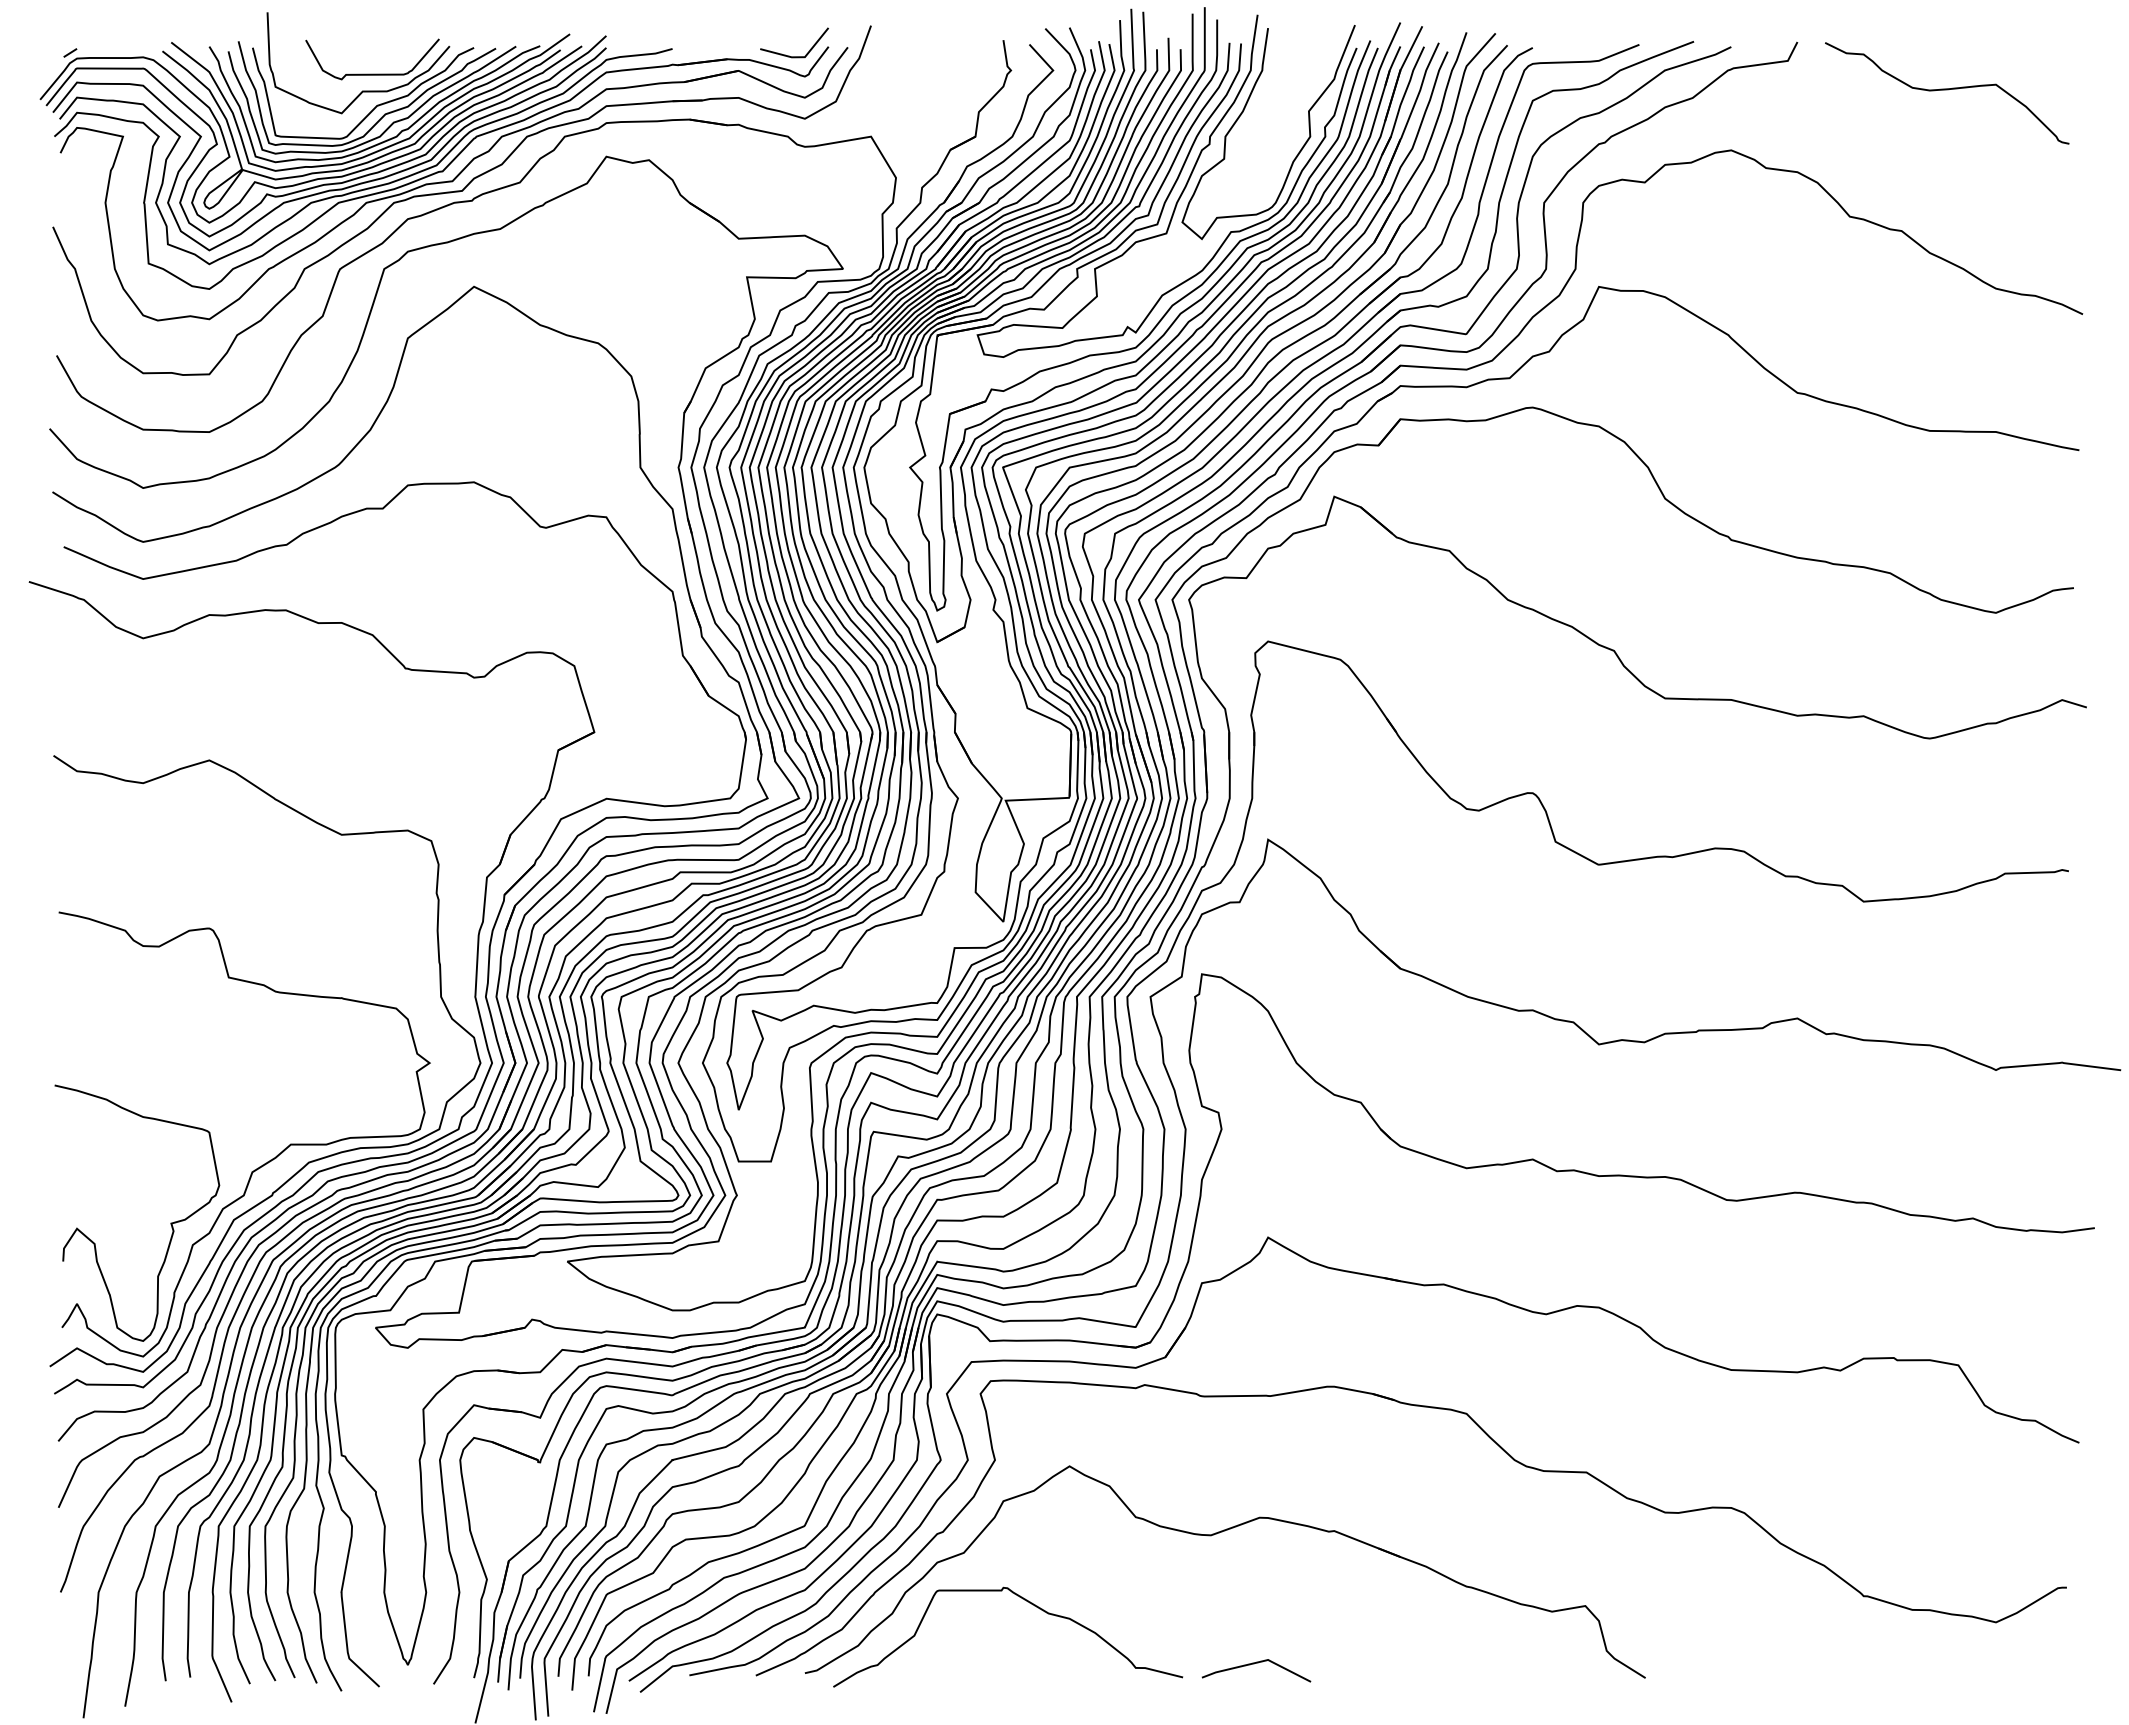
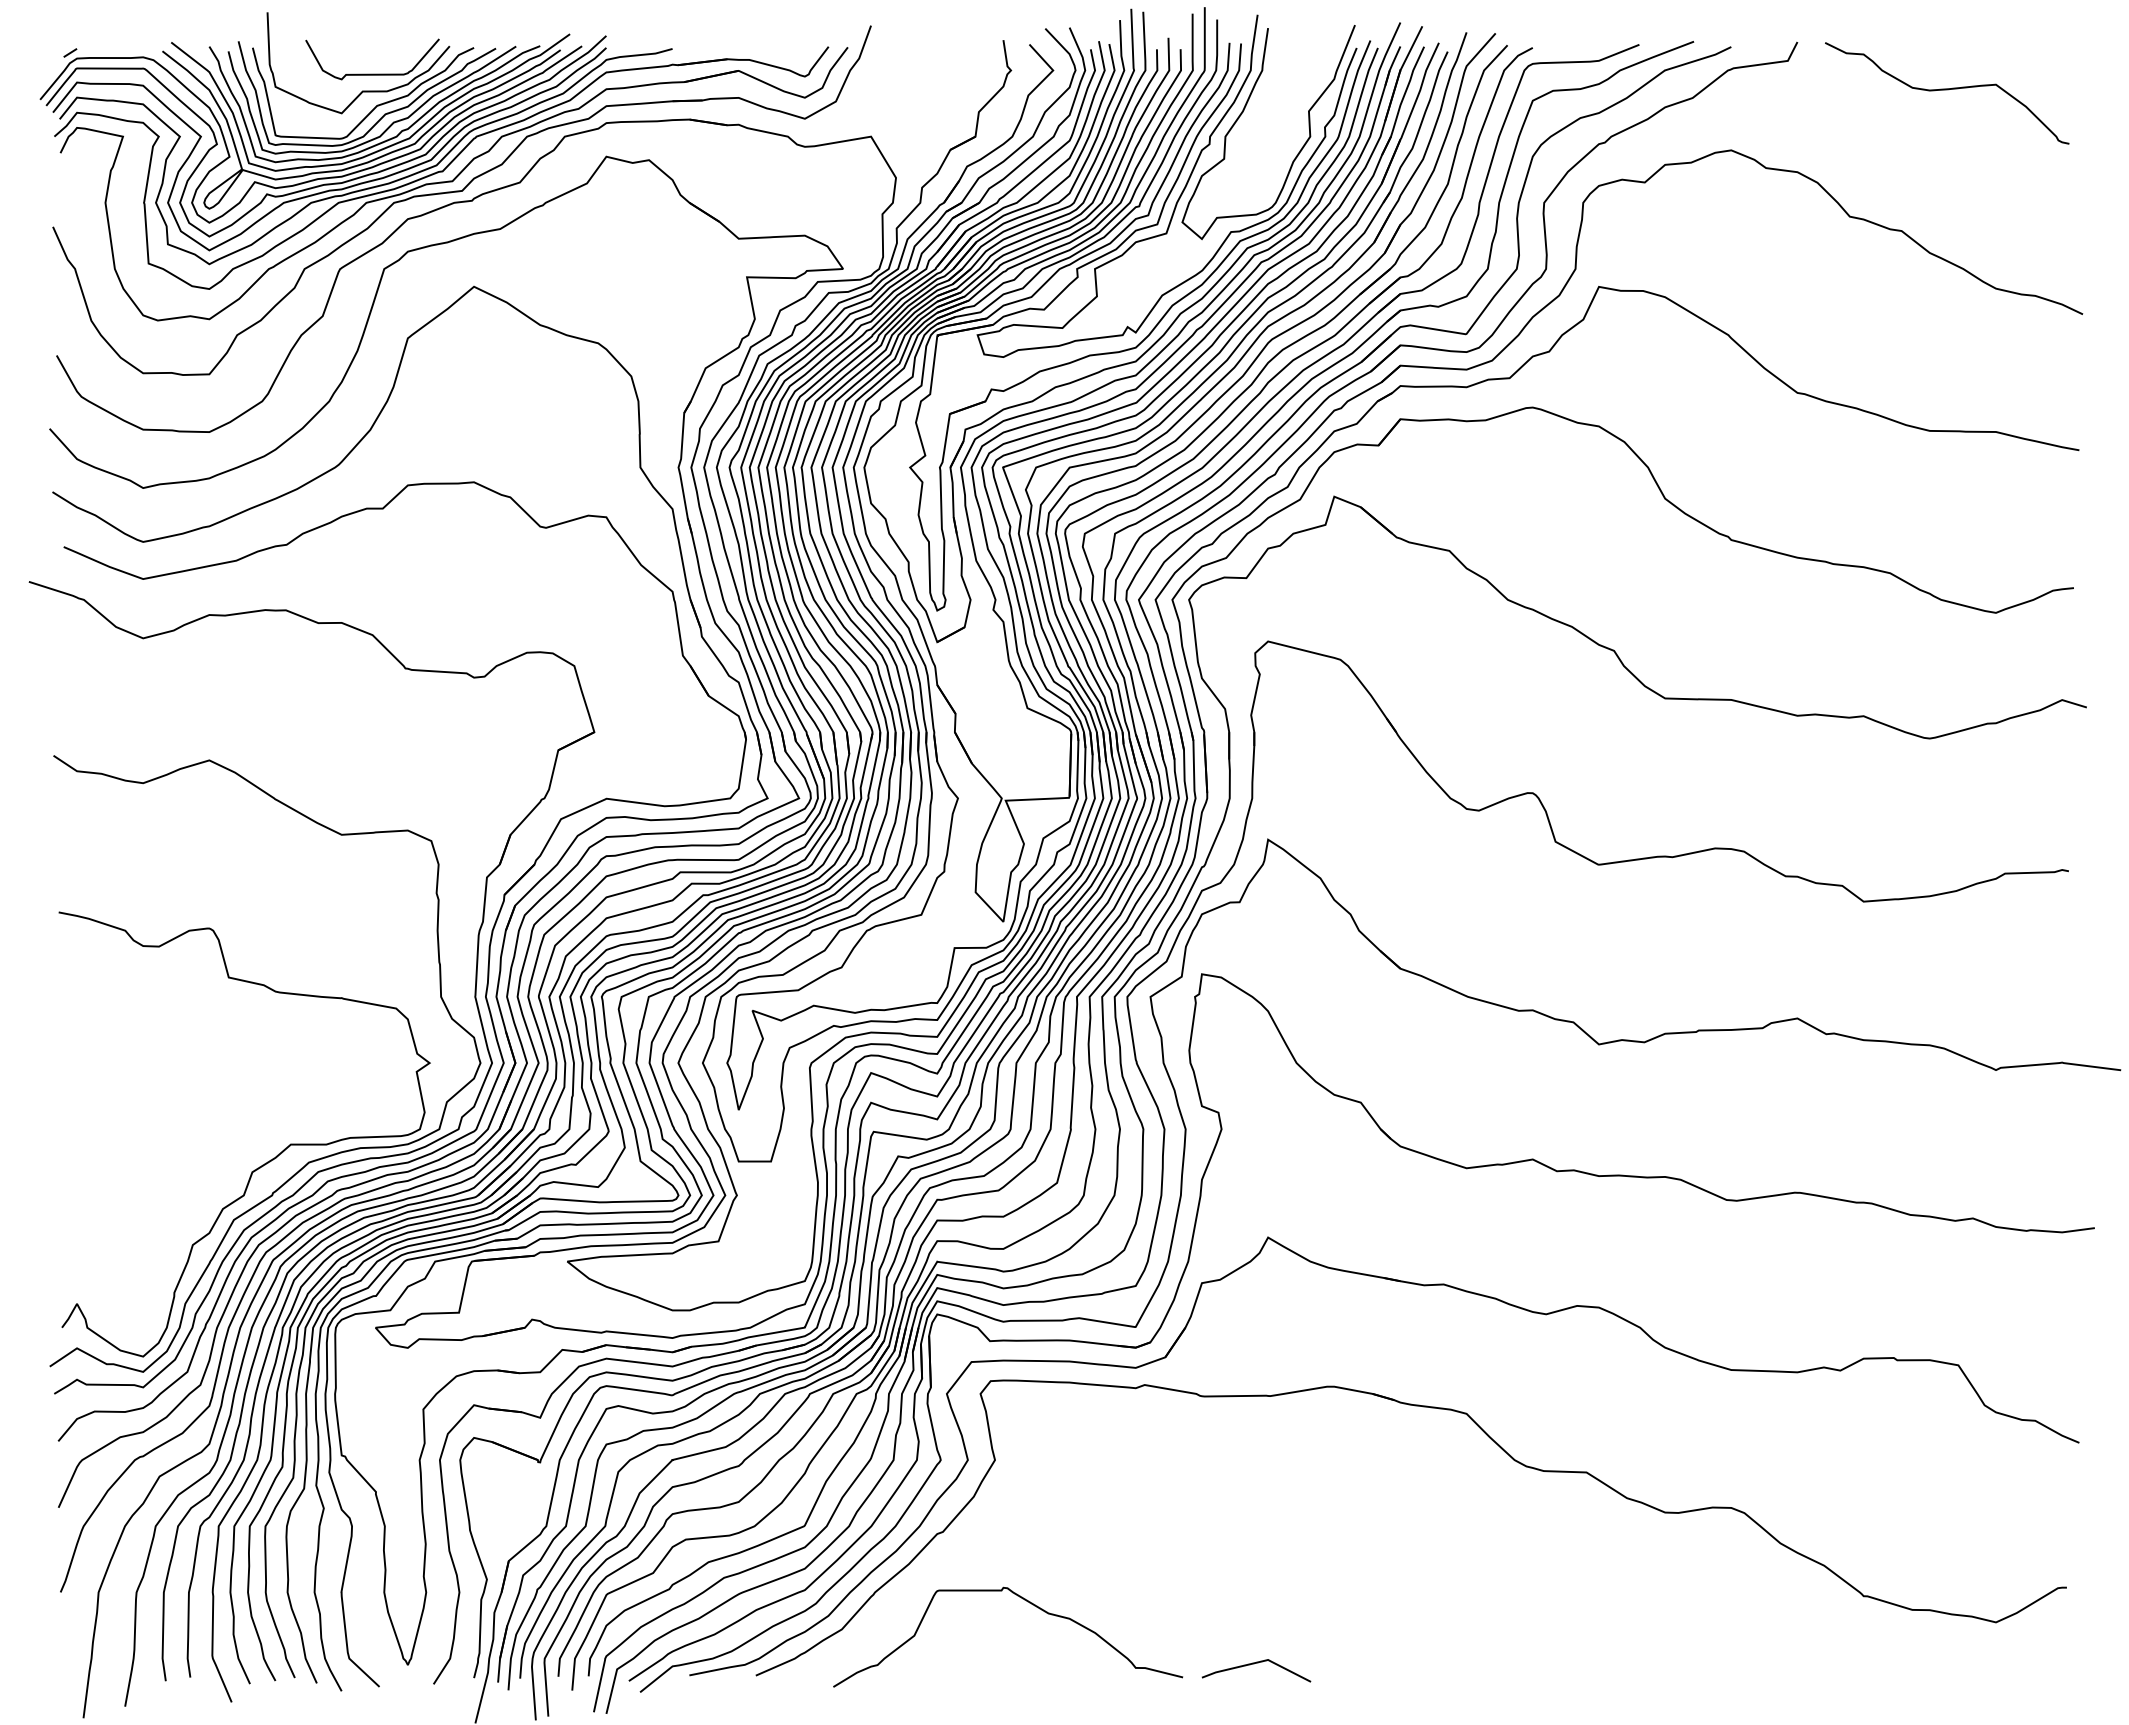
line at (789, 55): present -> none
curve at (170, 1222): present -> none
part at (1211, 1536): present -> none
